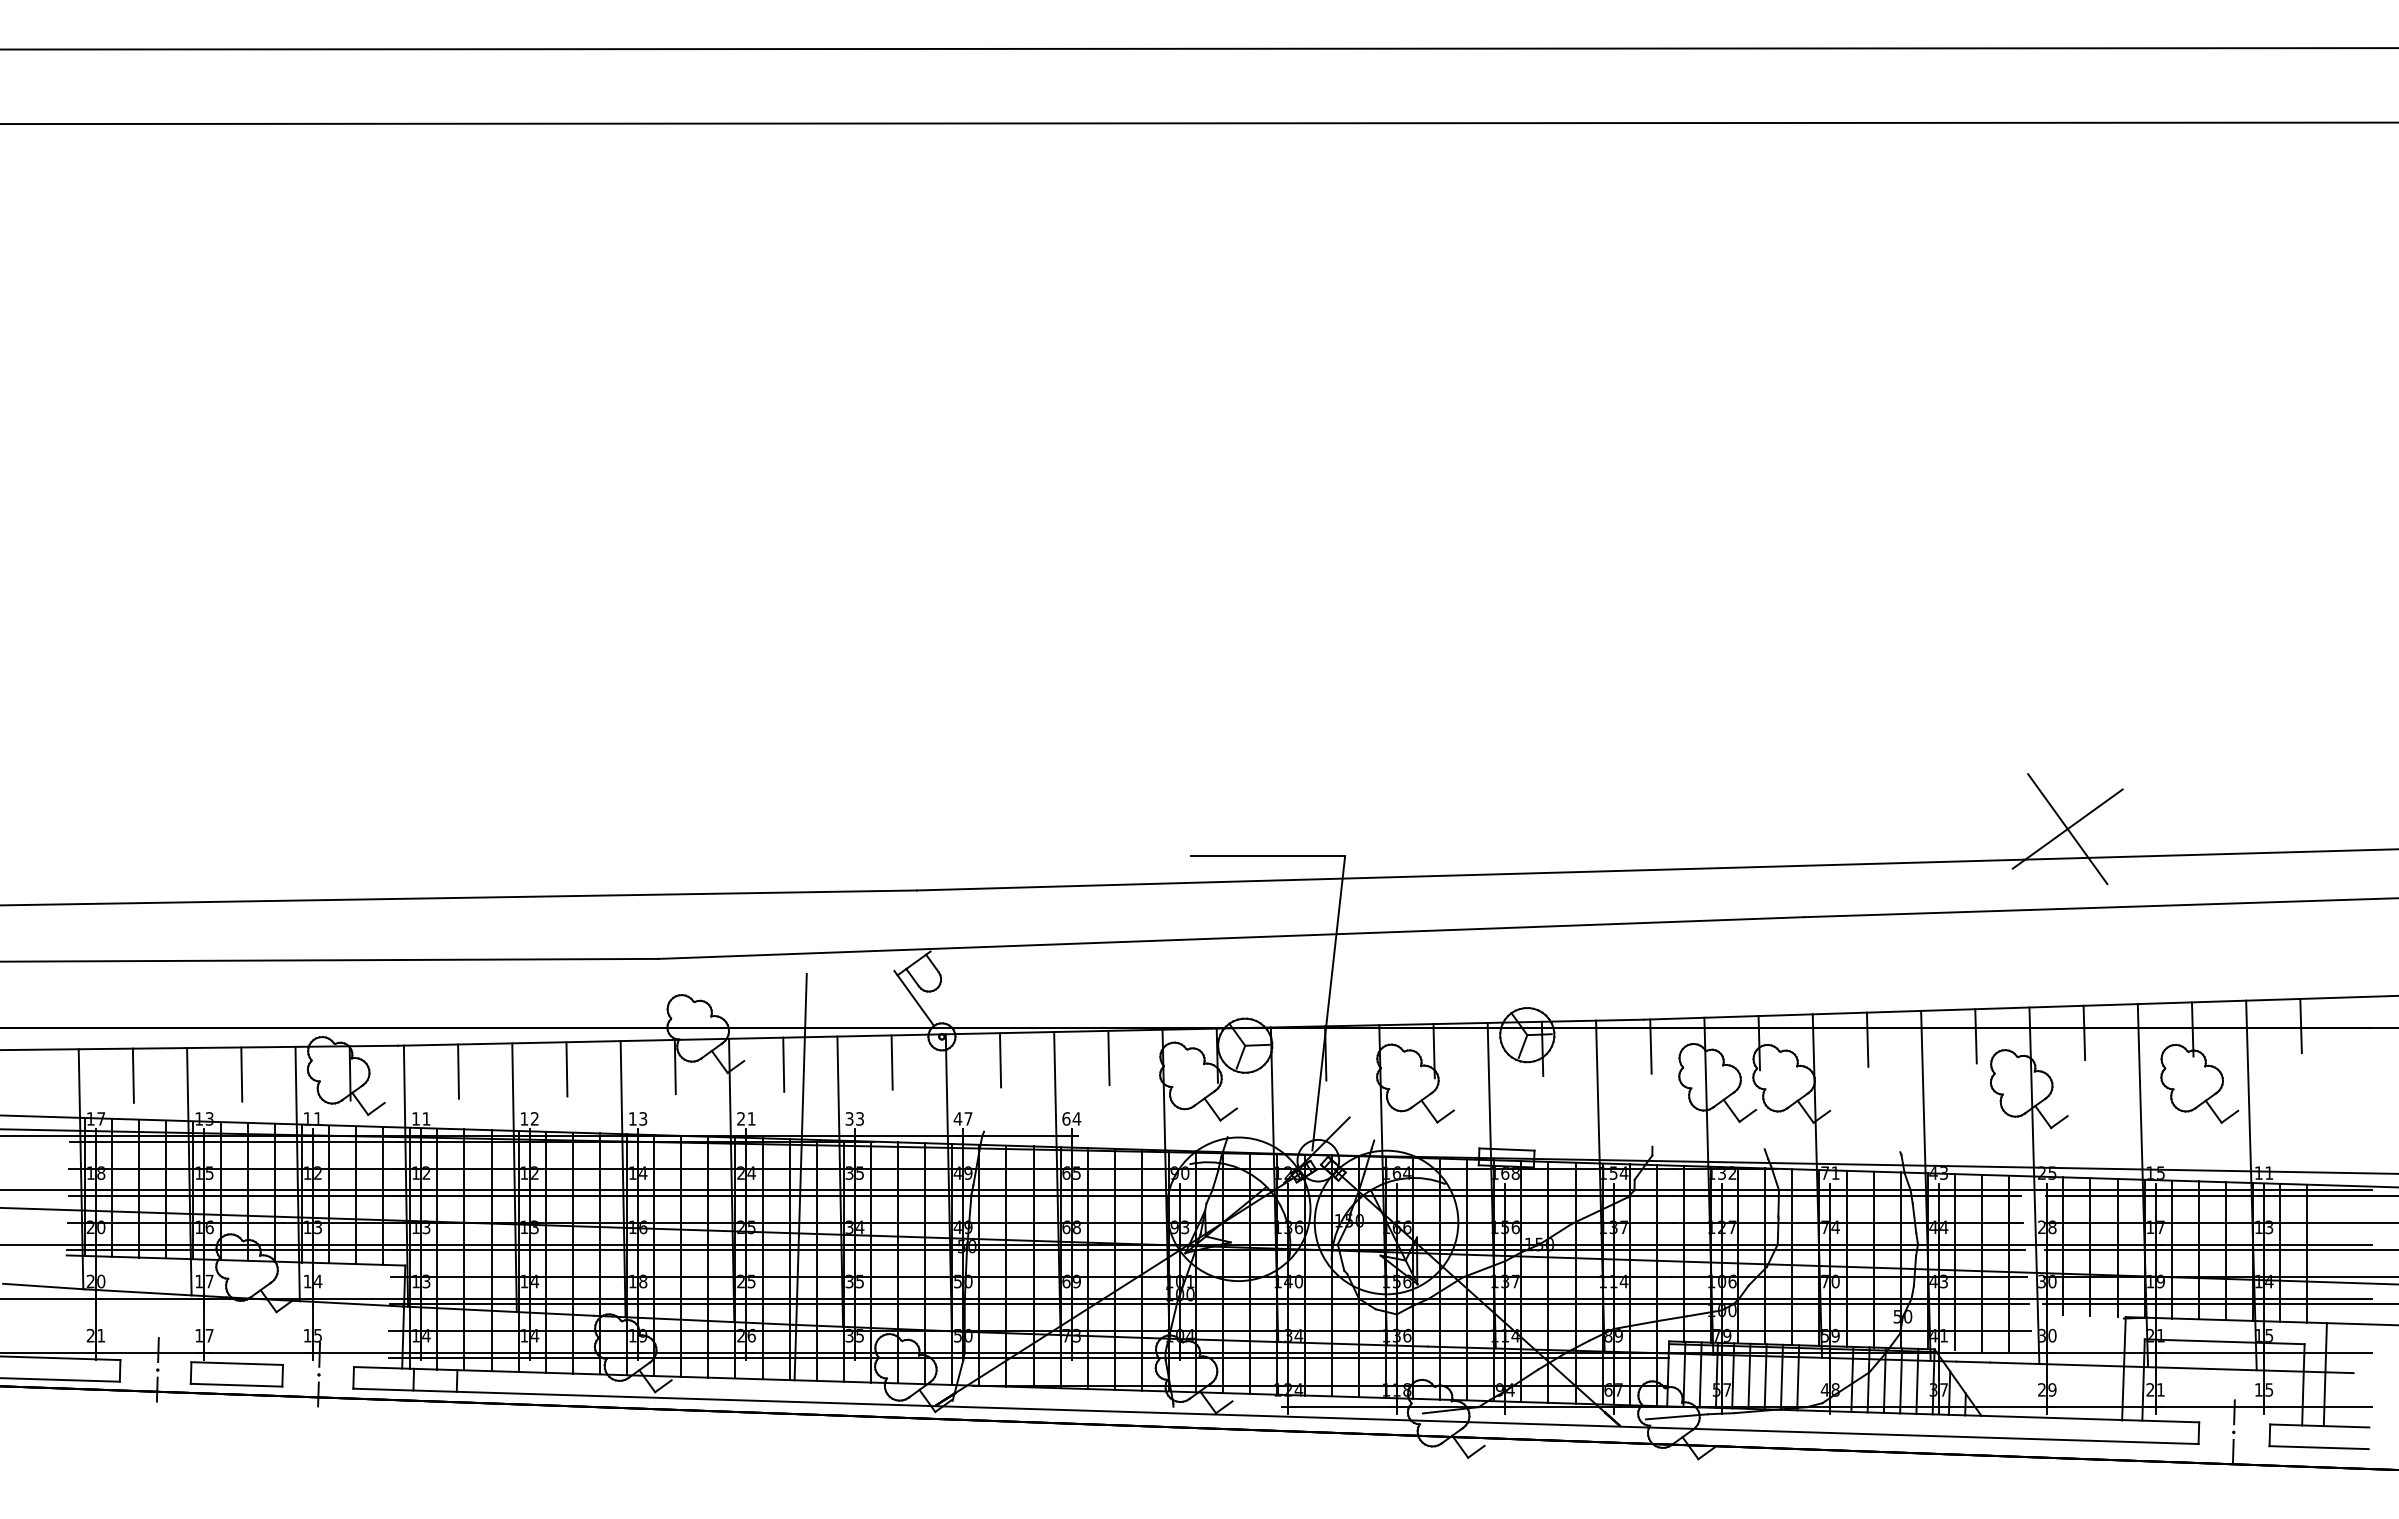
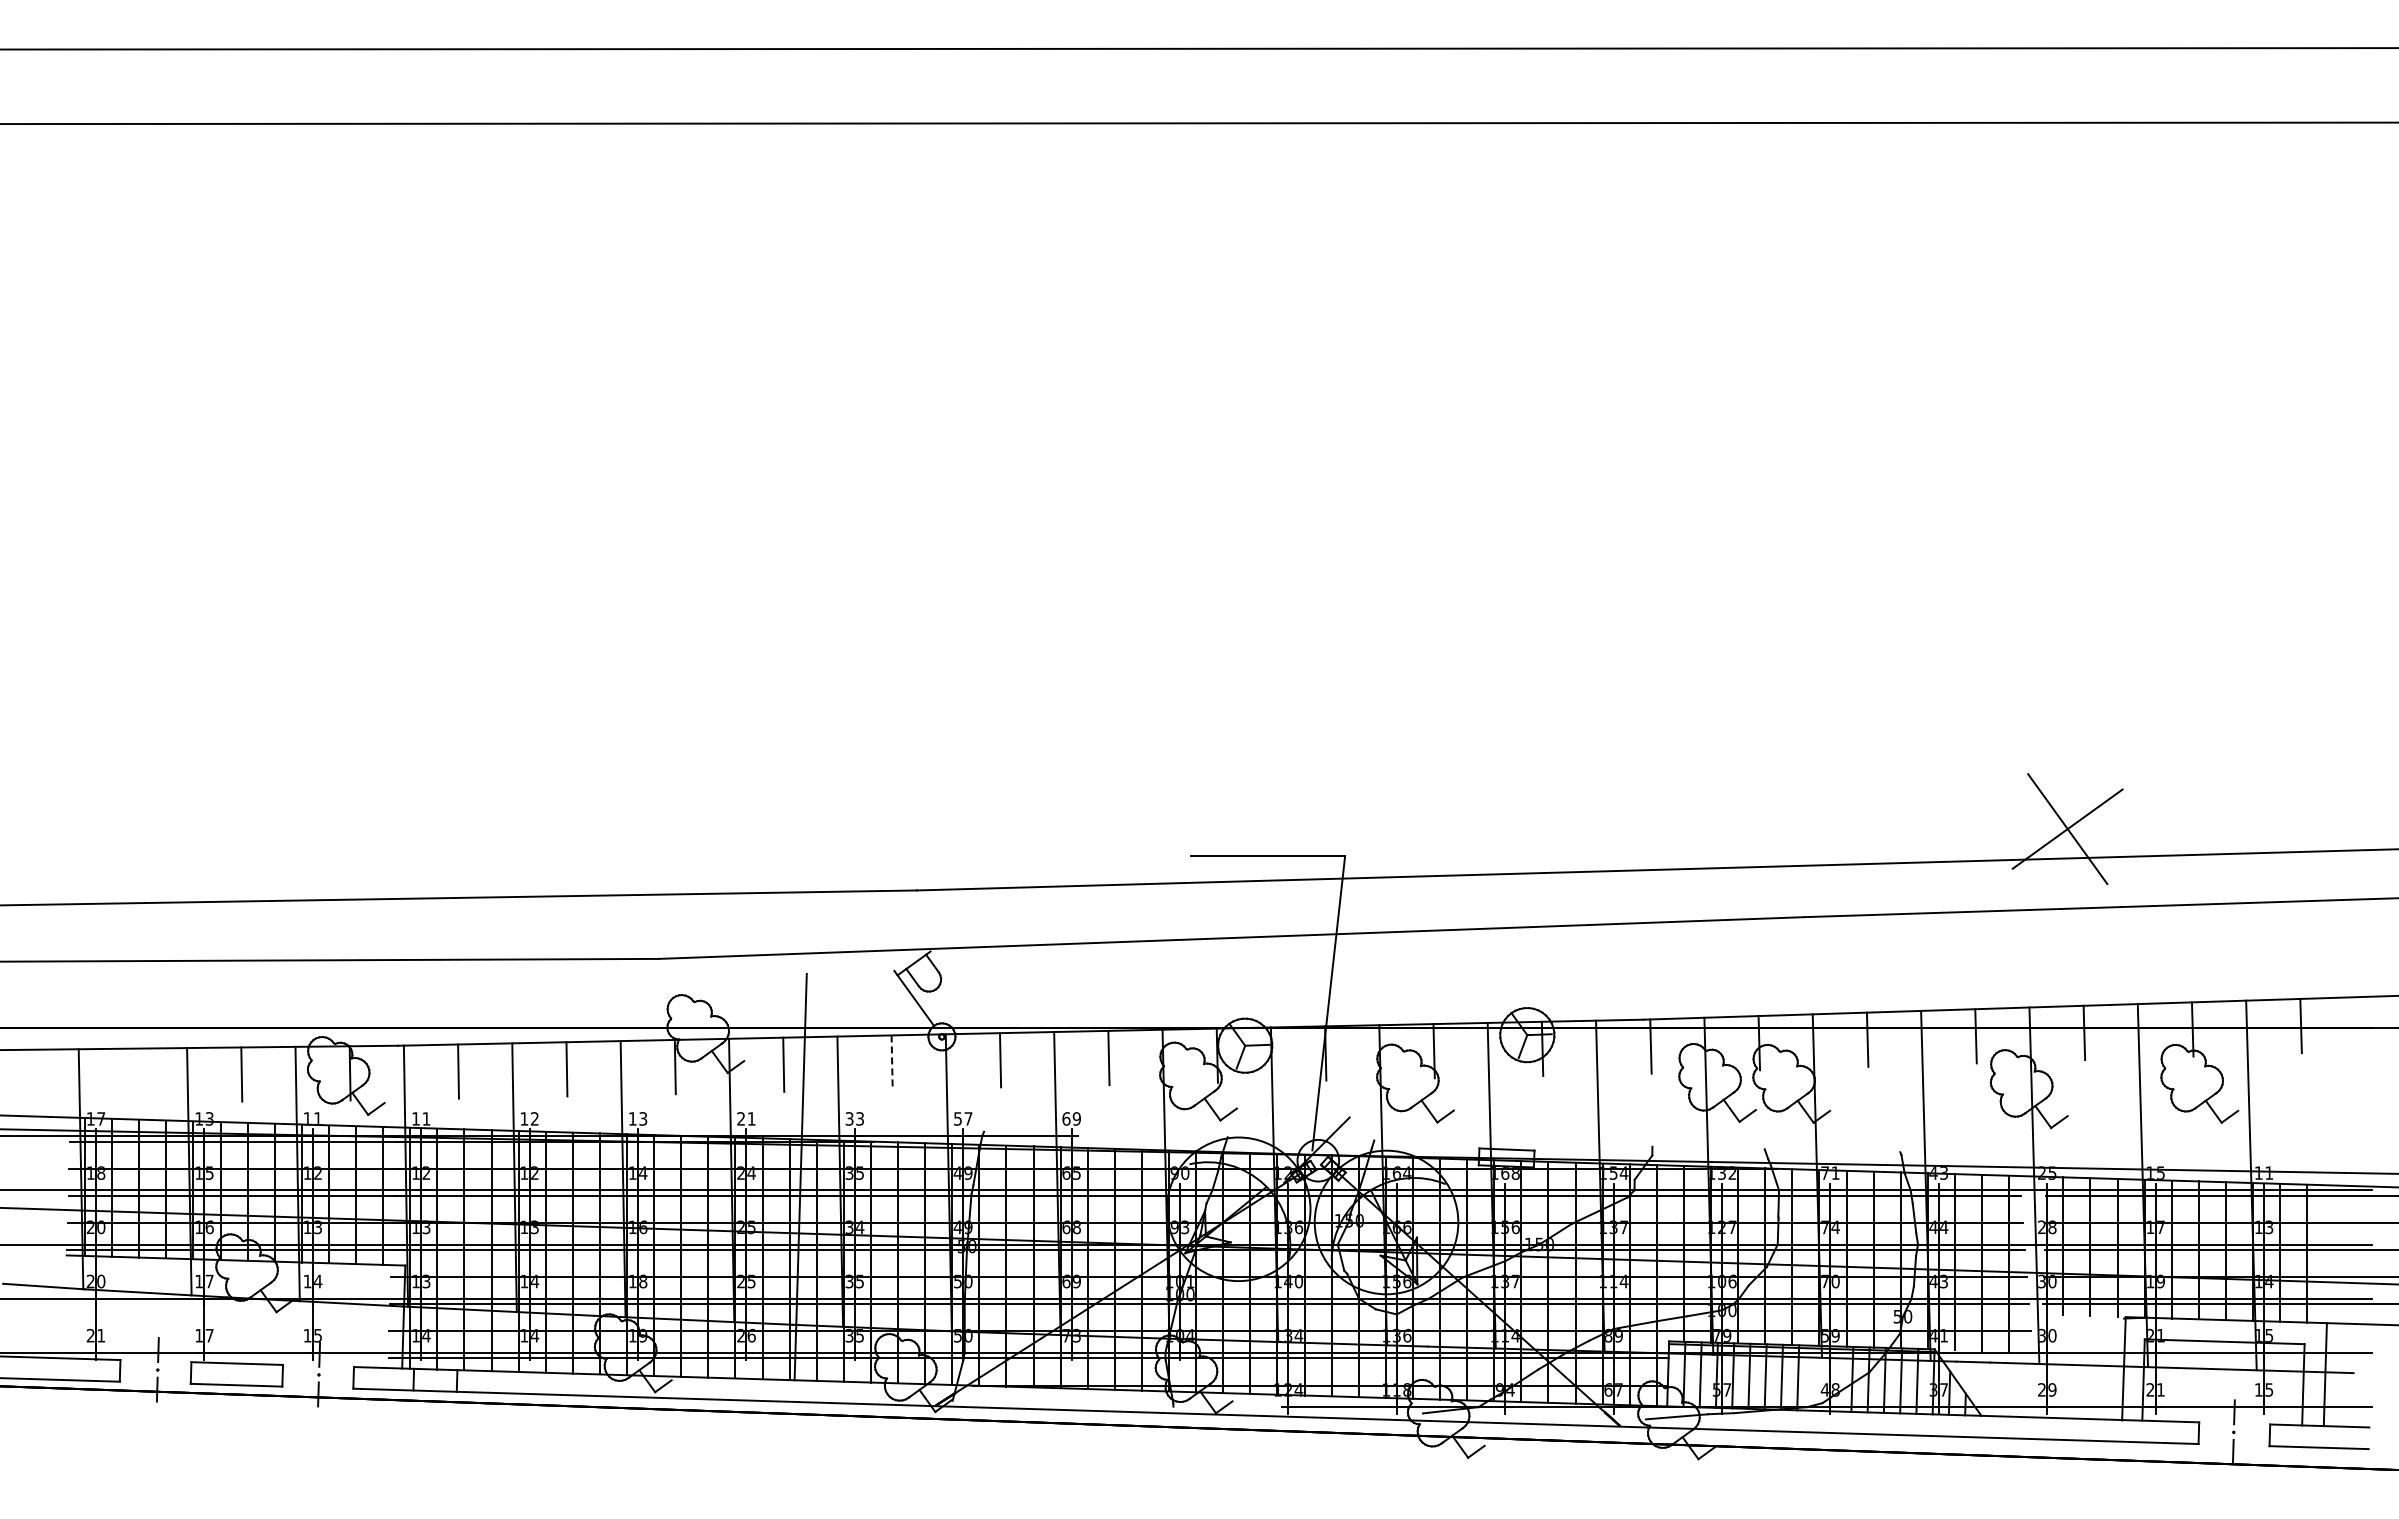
line at (892, 1063): solid -> dashed
line at (132, 1075): present -> none
text at (957, 1118): 47 -> 57
text at (1076, 1118): 64 -> 69
